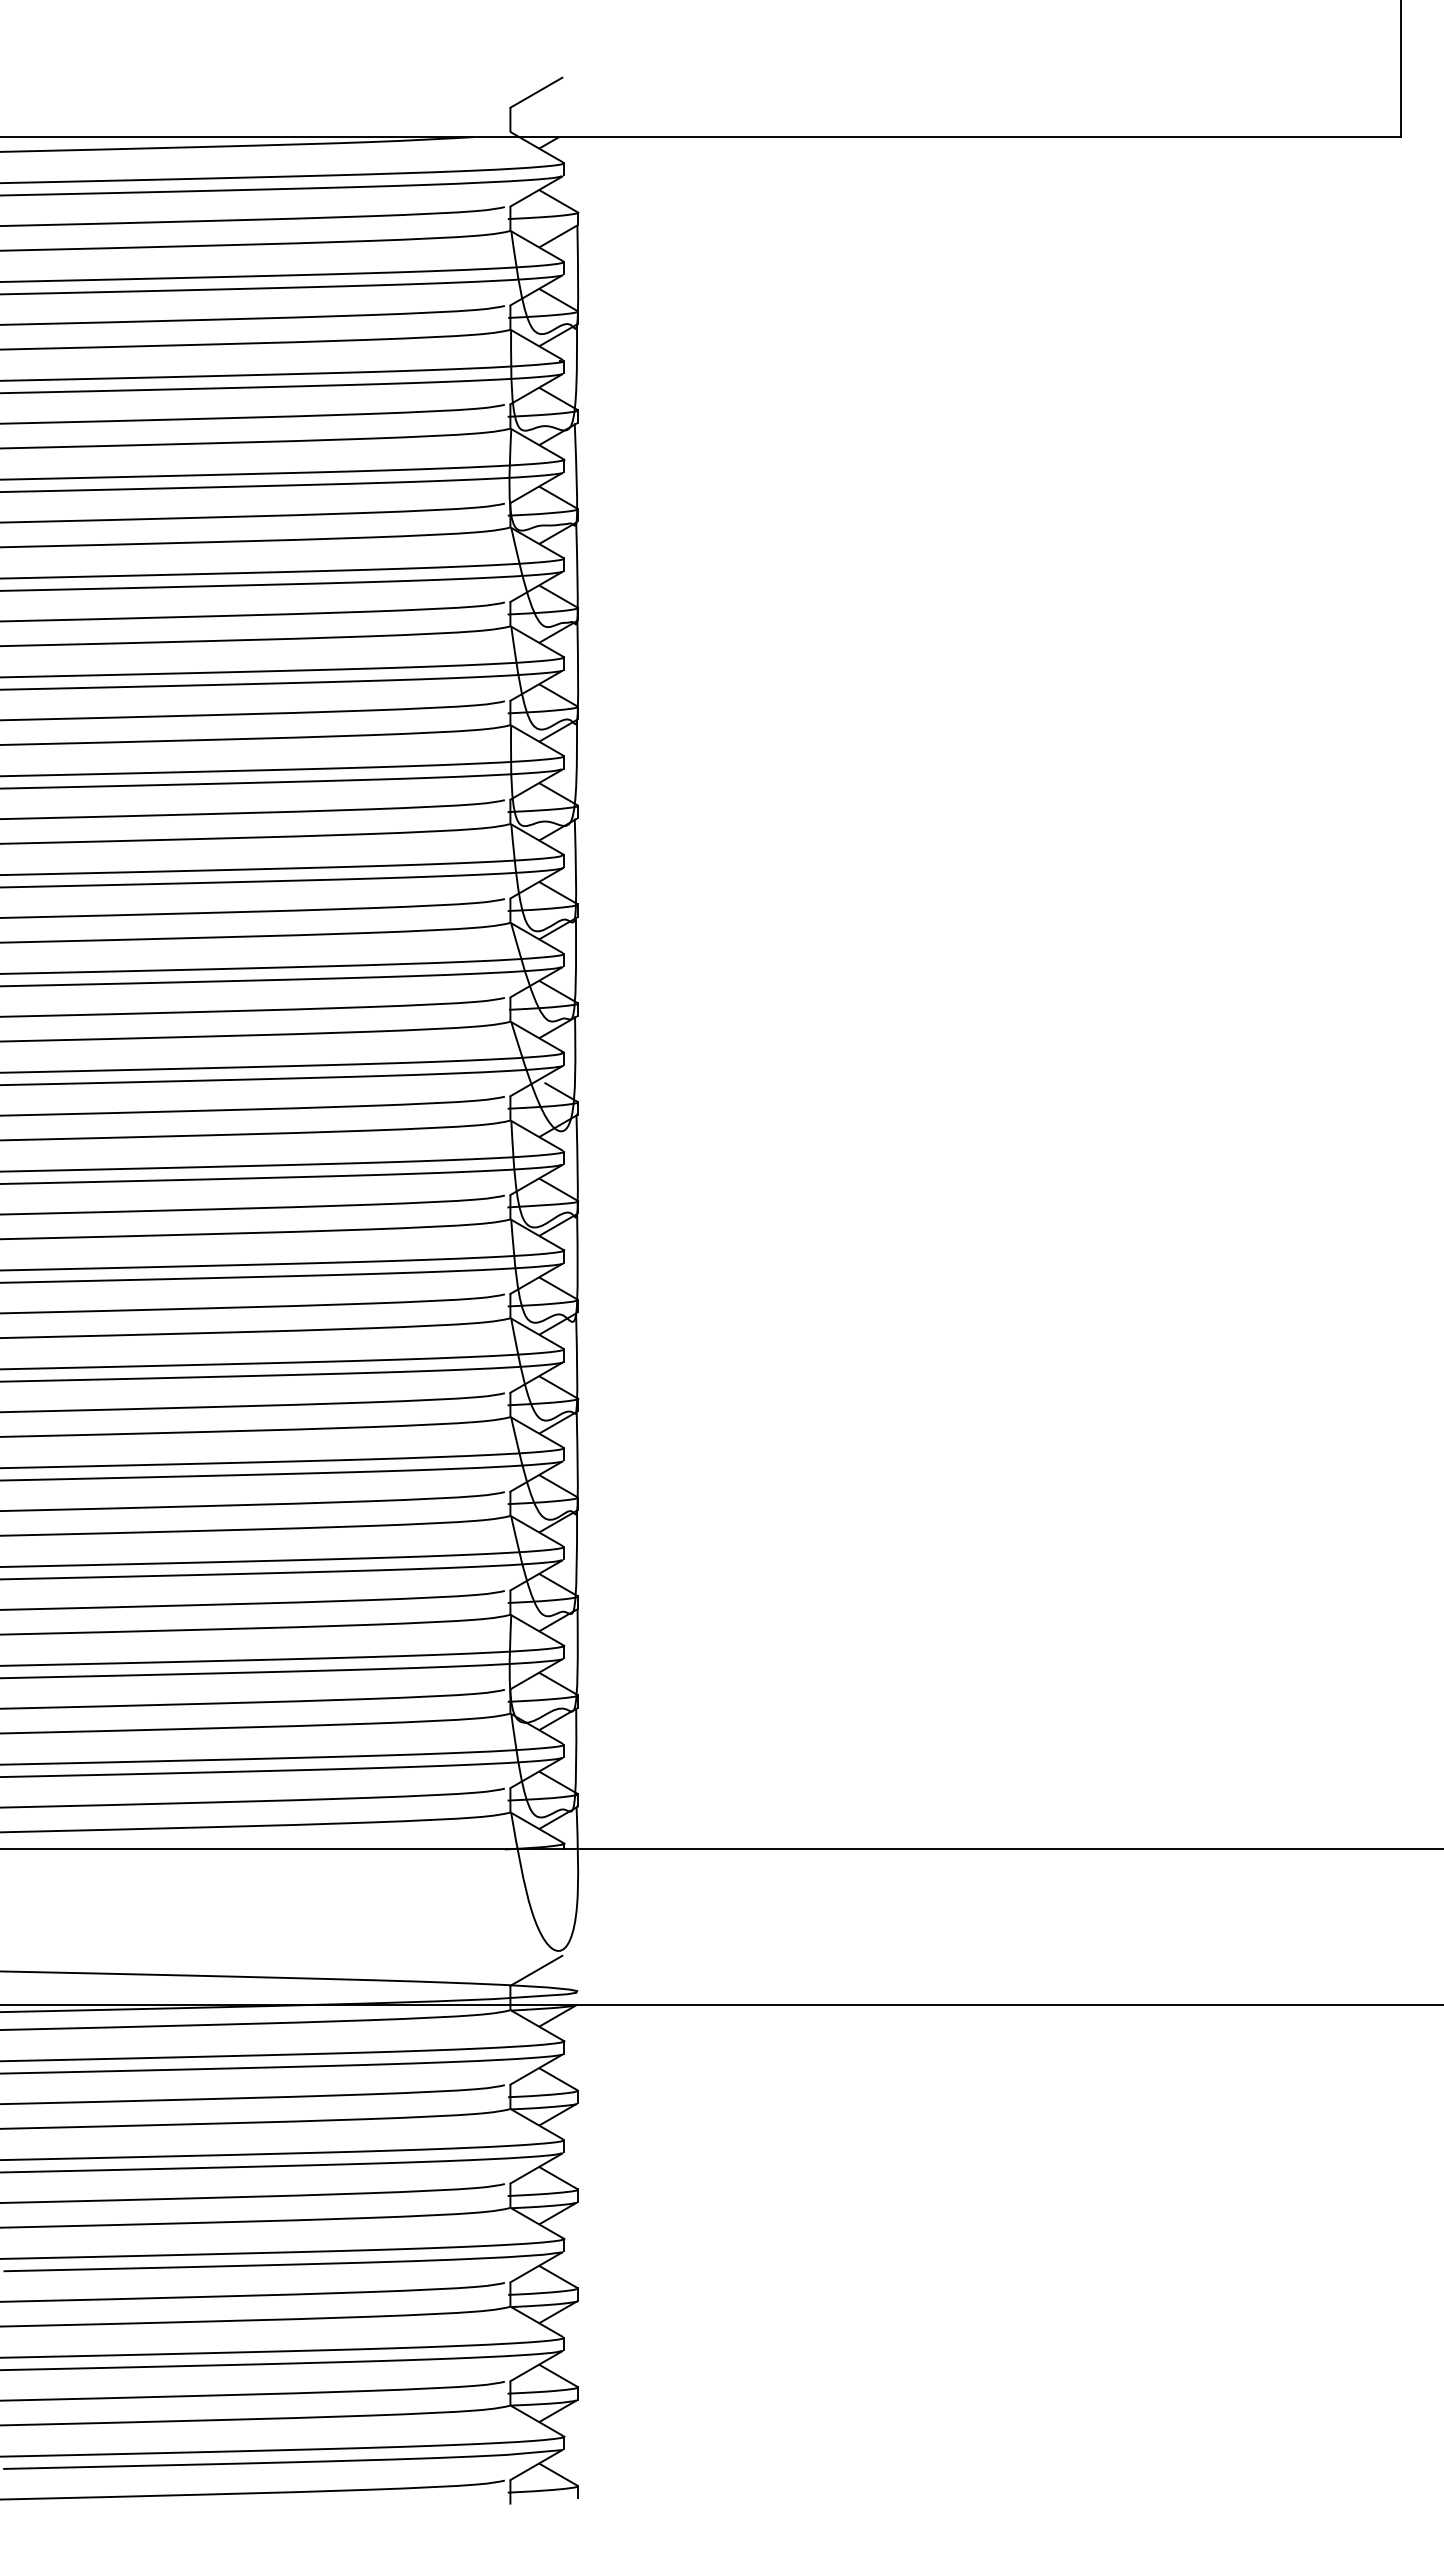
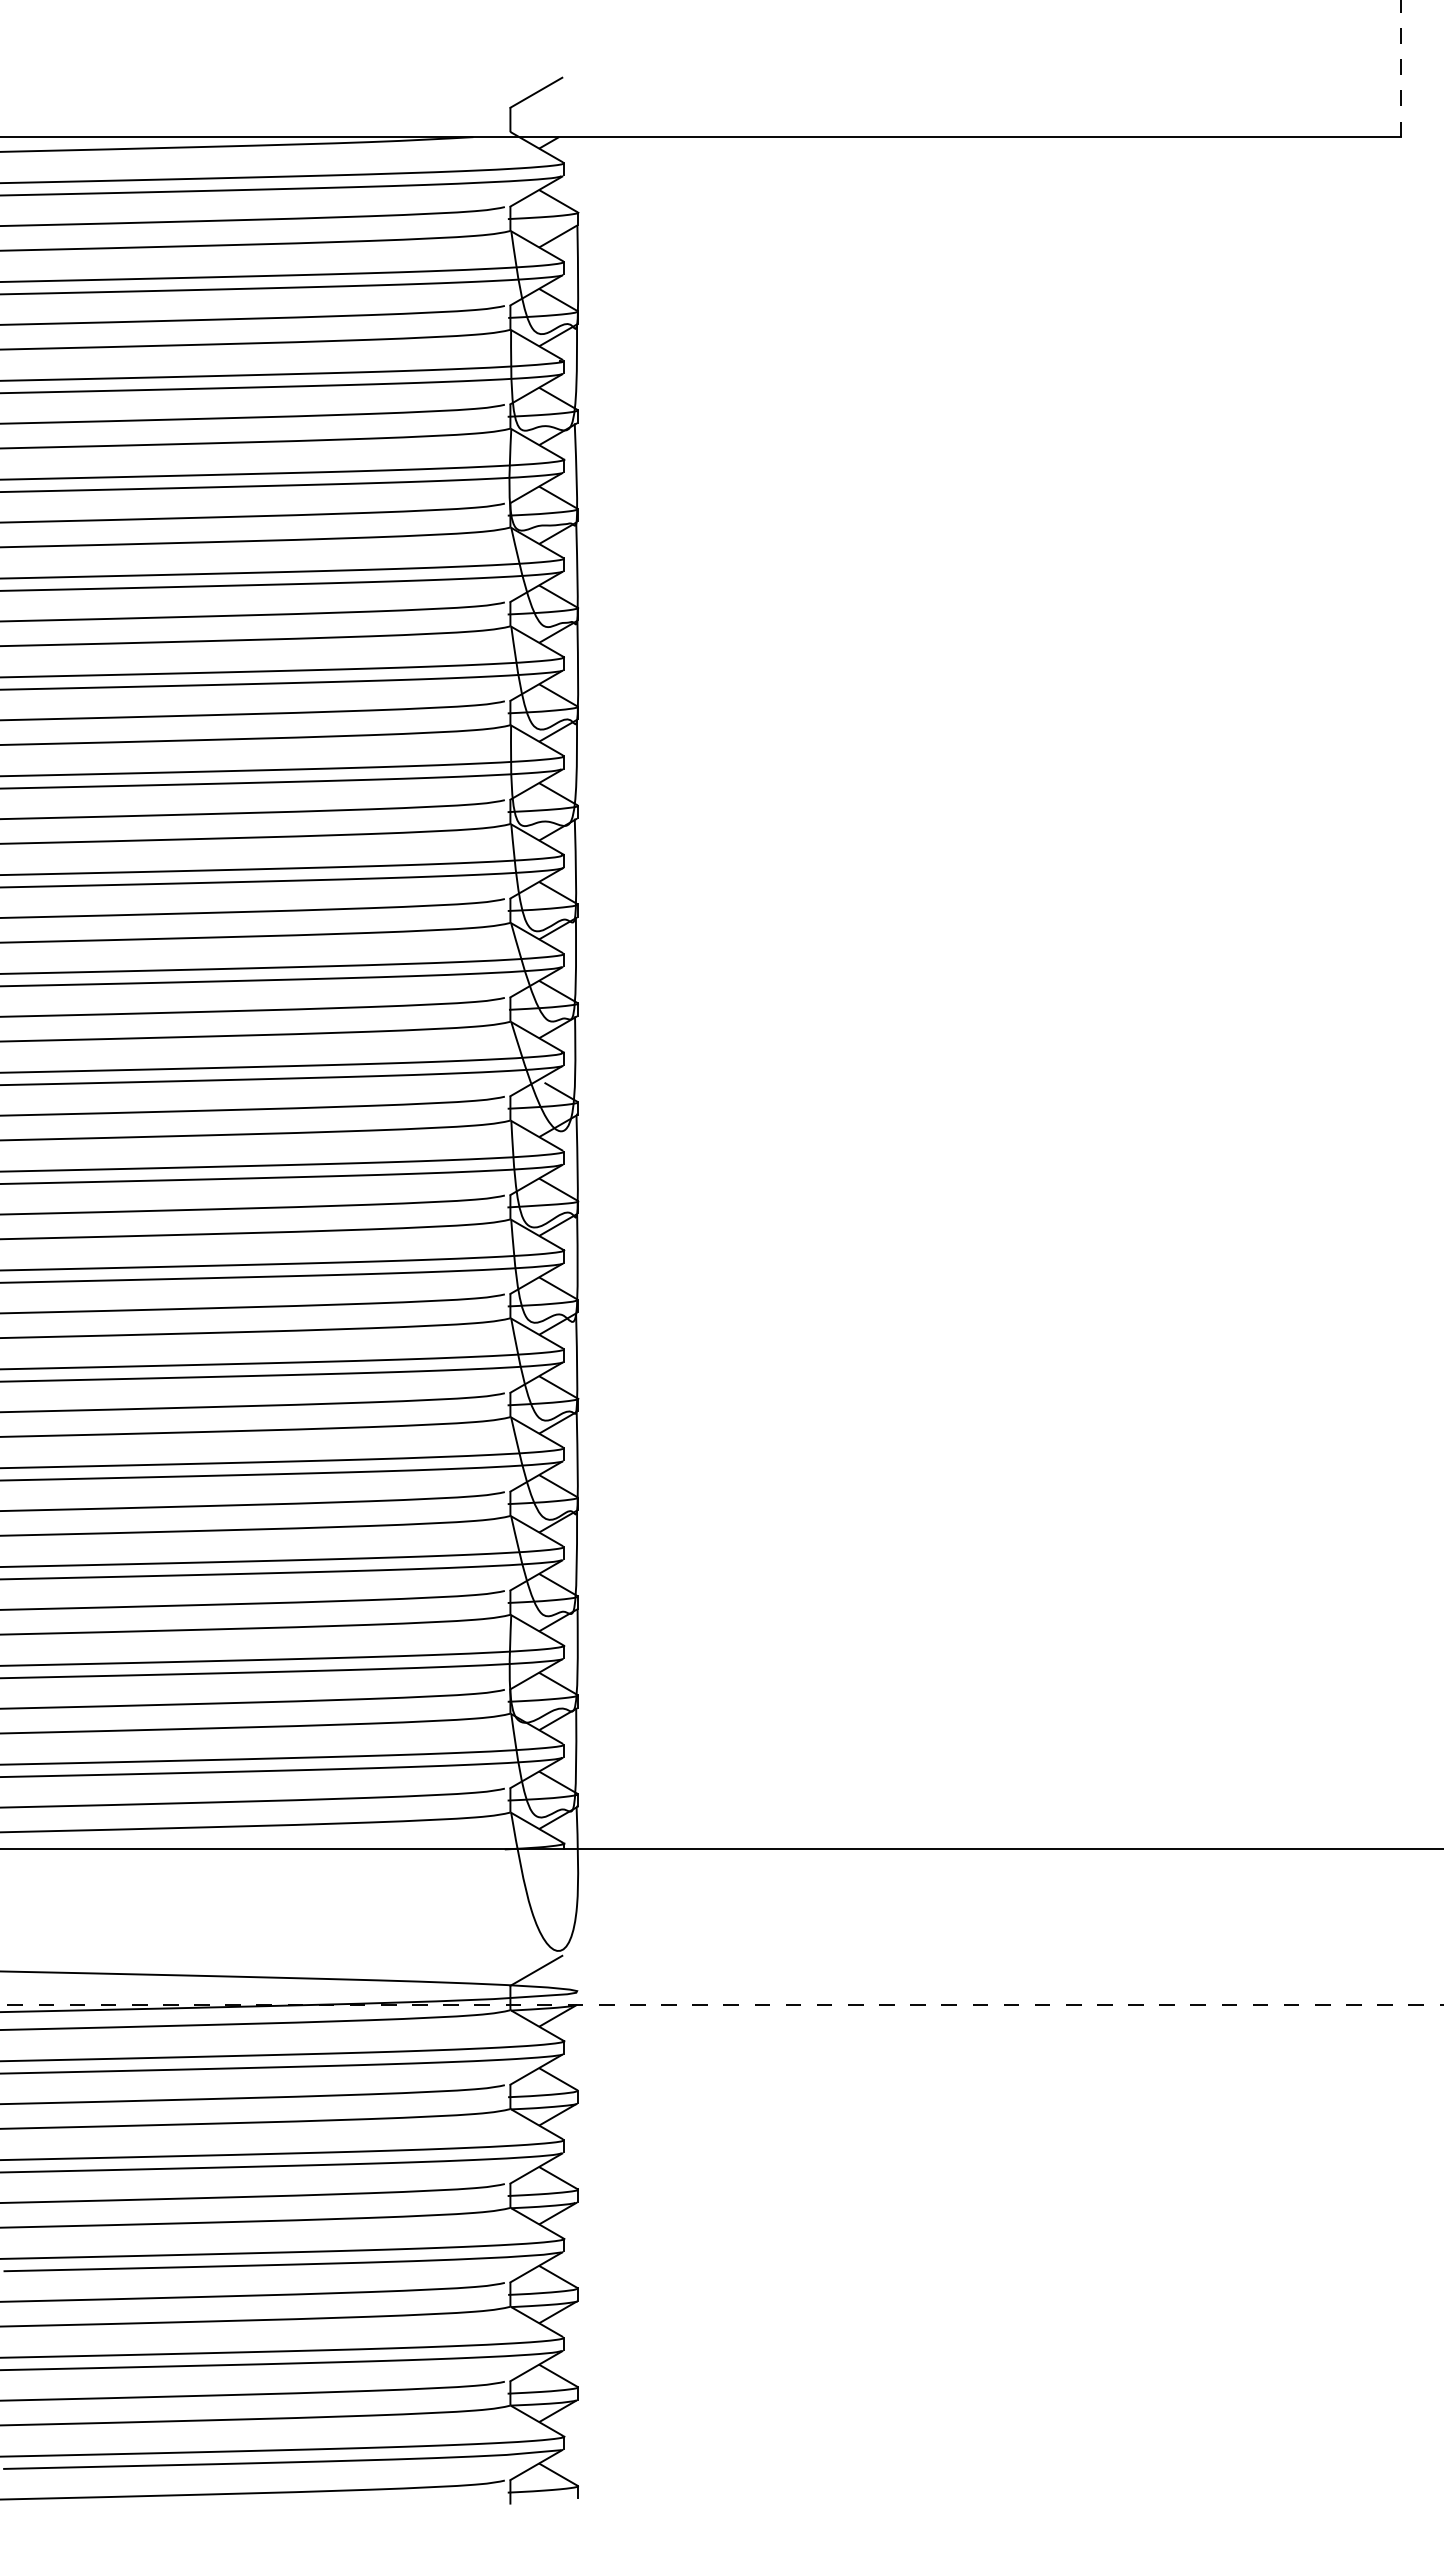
line at (1400, 68): solid -> dashed
line at (721, 2005): solid -> dashed
